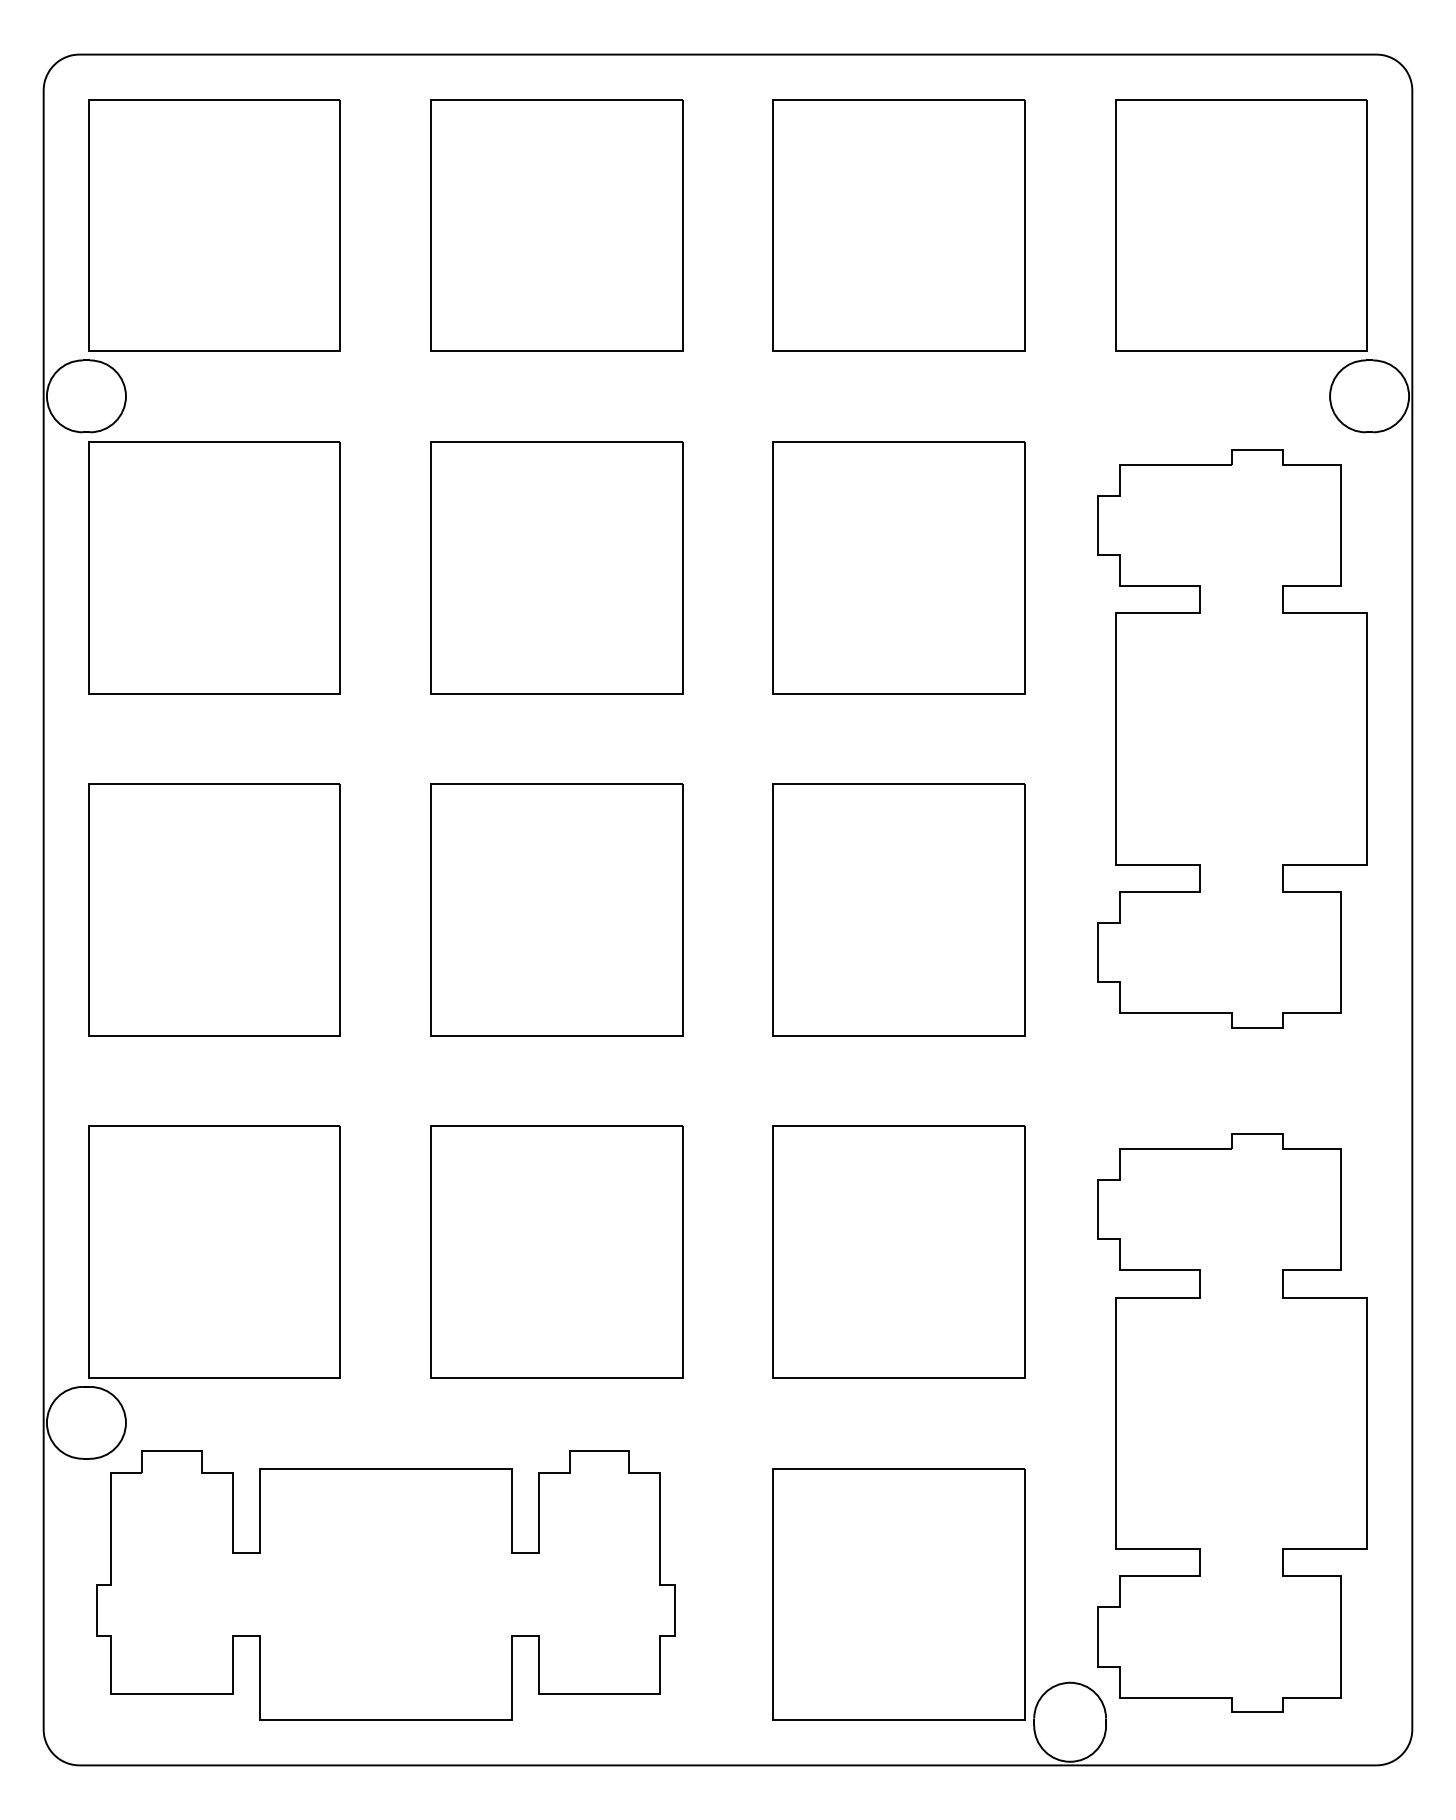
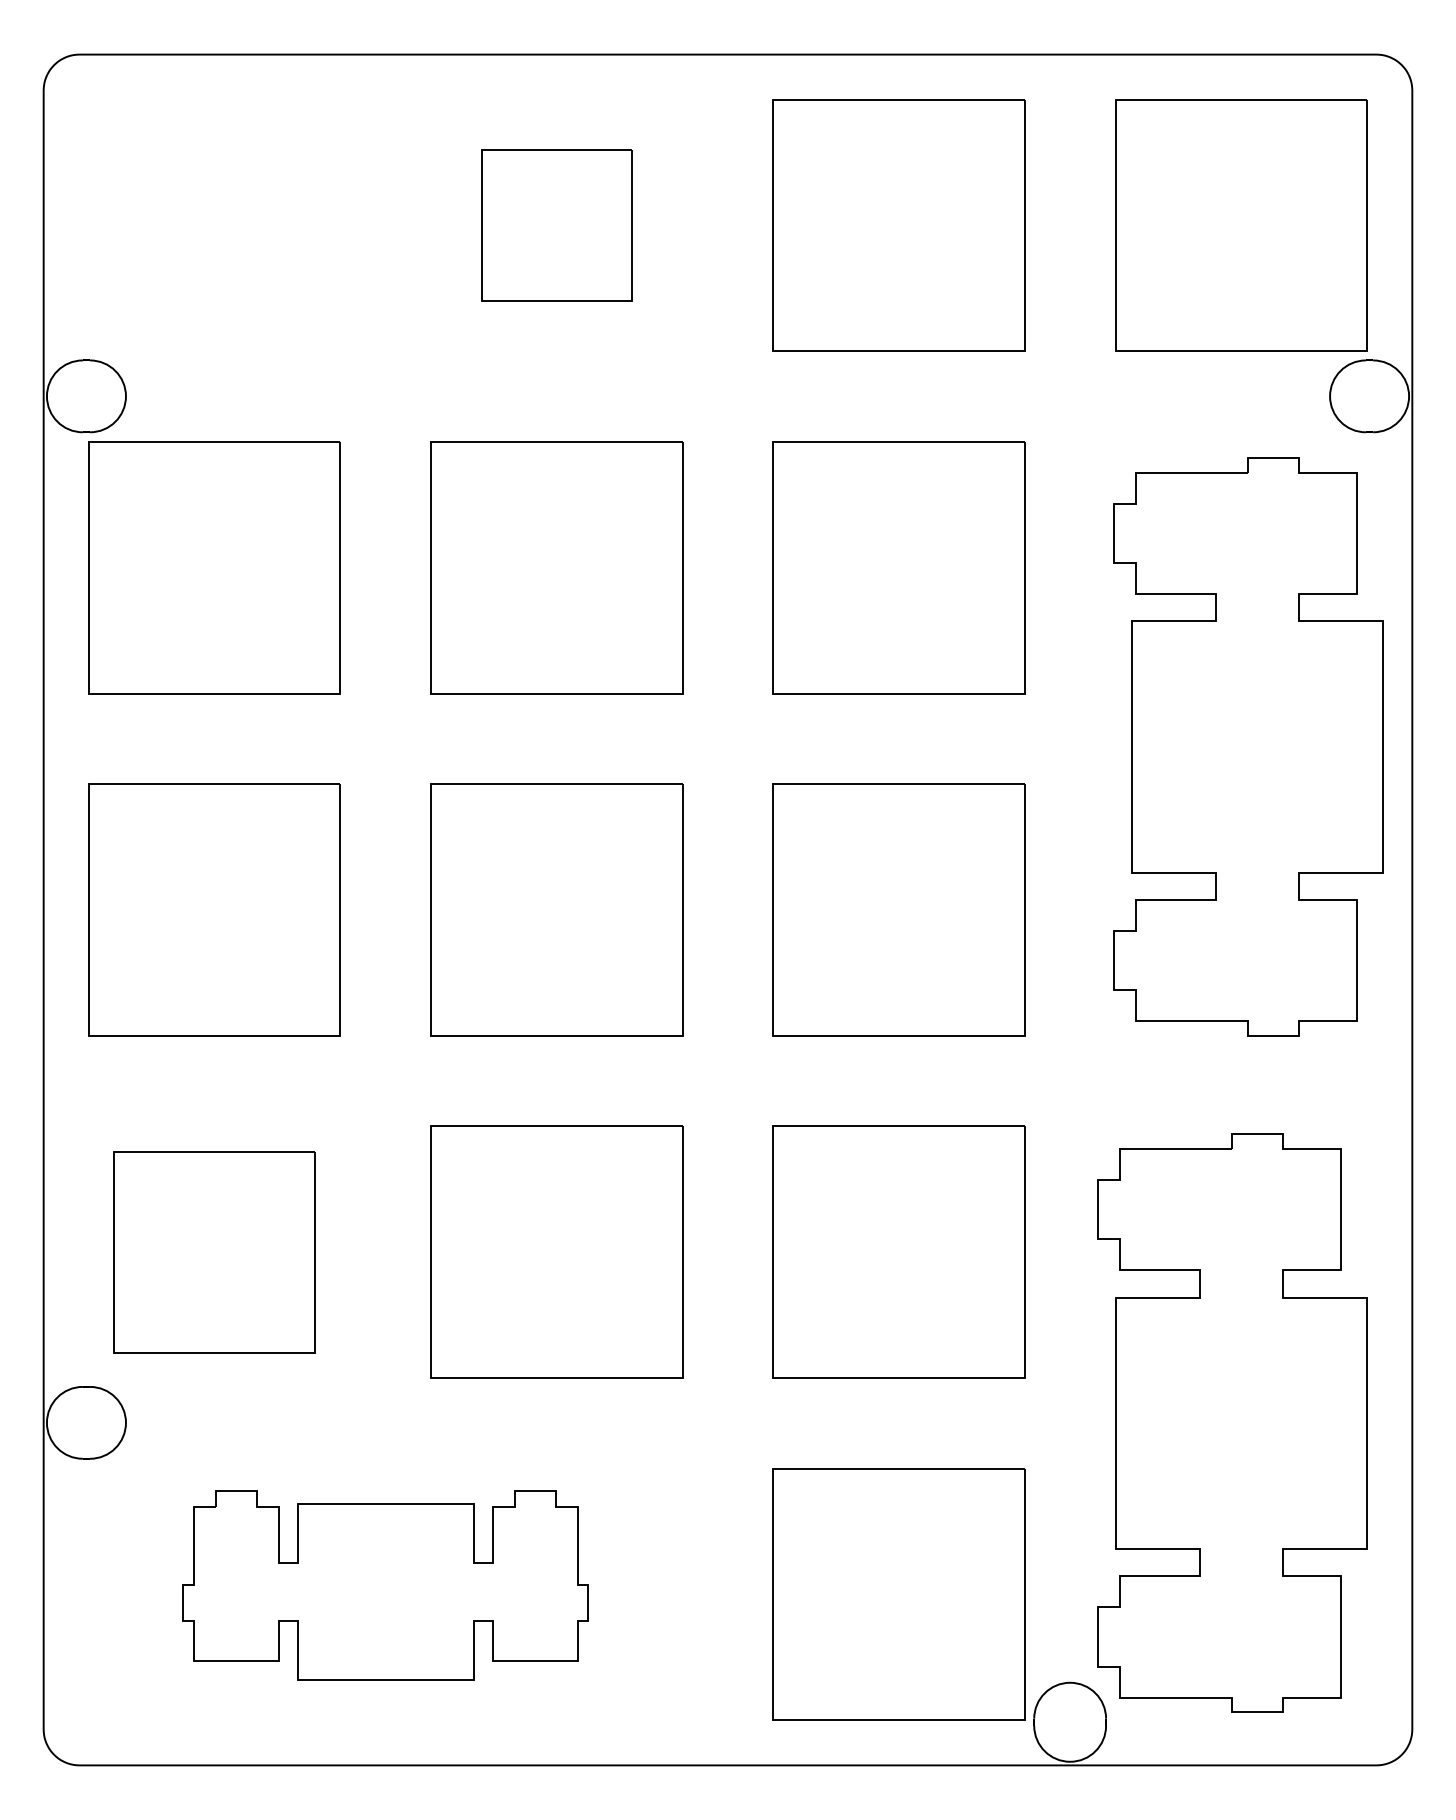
part at (214, 225): present -> none
part at (556, 225) size: 254x253 px -> 152x153 px
part at (1232, 738) position: (1232, 738) -> (1248, 746)
part at (214, 1251) size: 253x254 px -> 203x203 px
part at (385, 1585) size: 580x271 px -> 407x191 px
